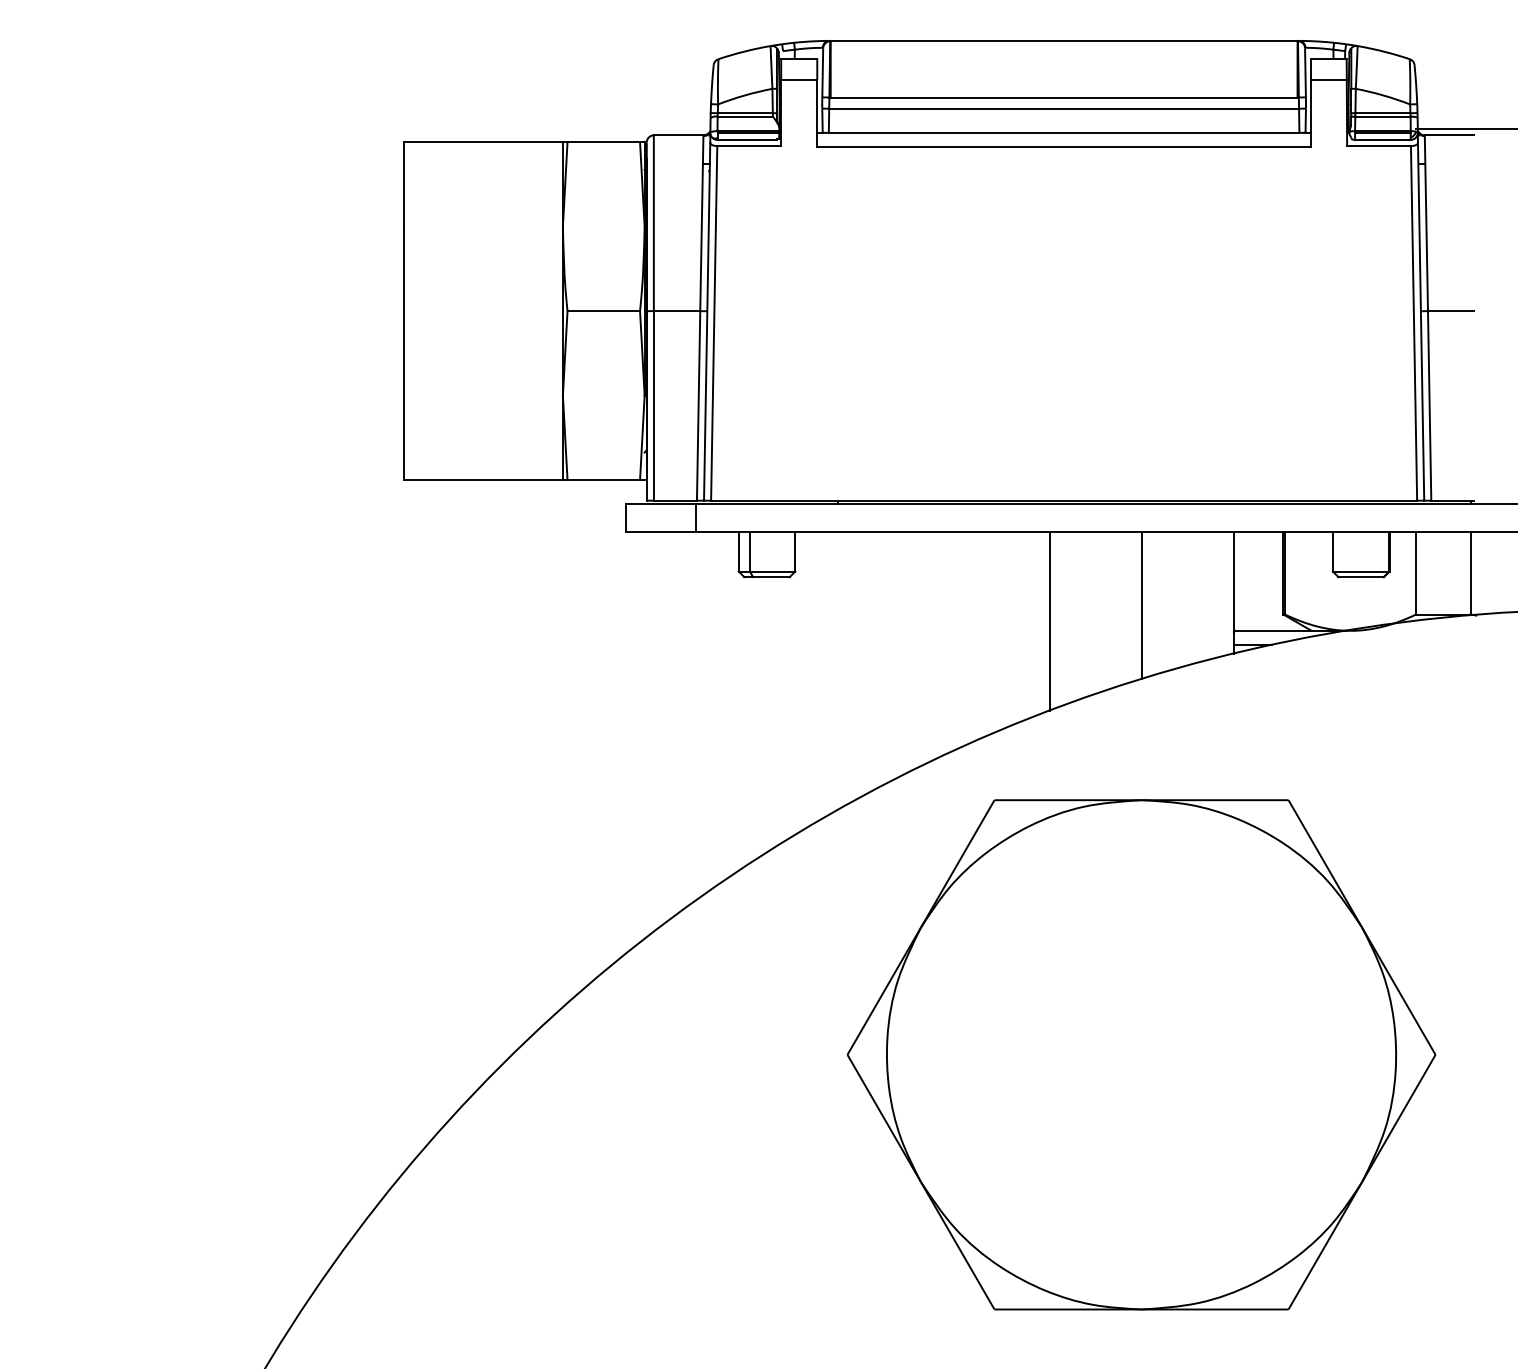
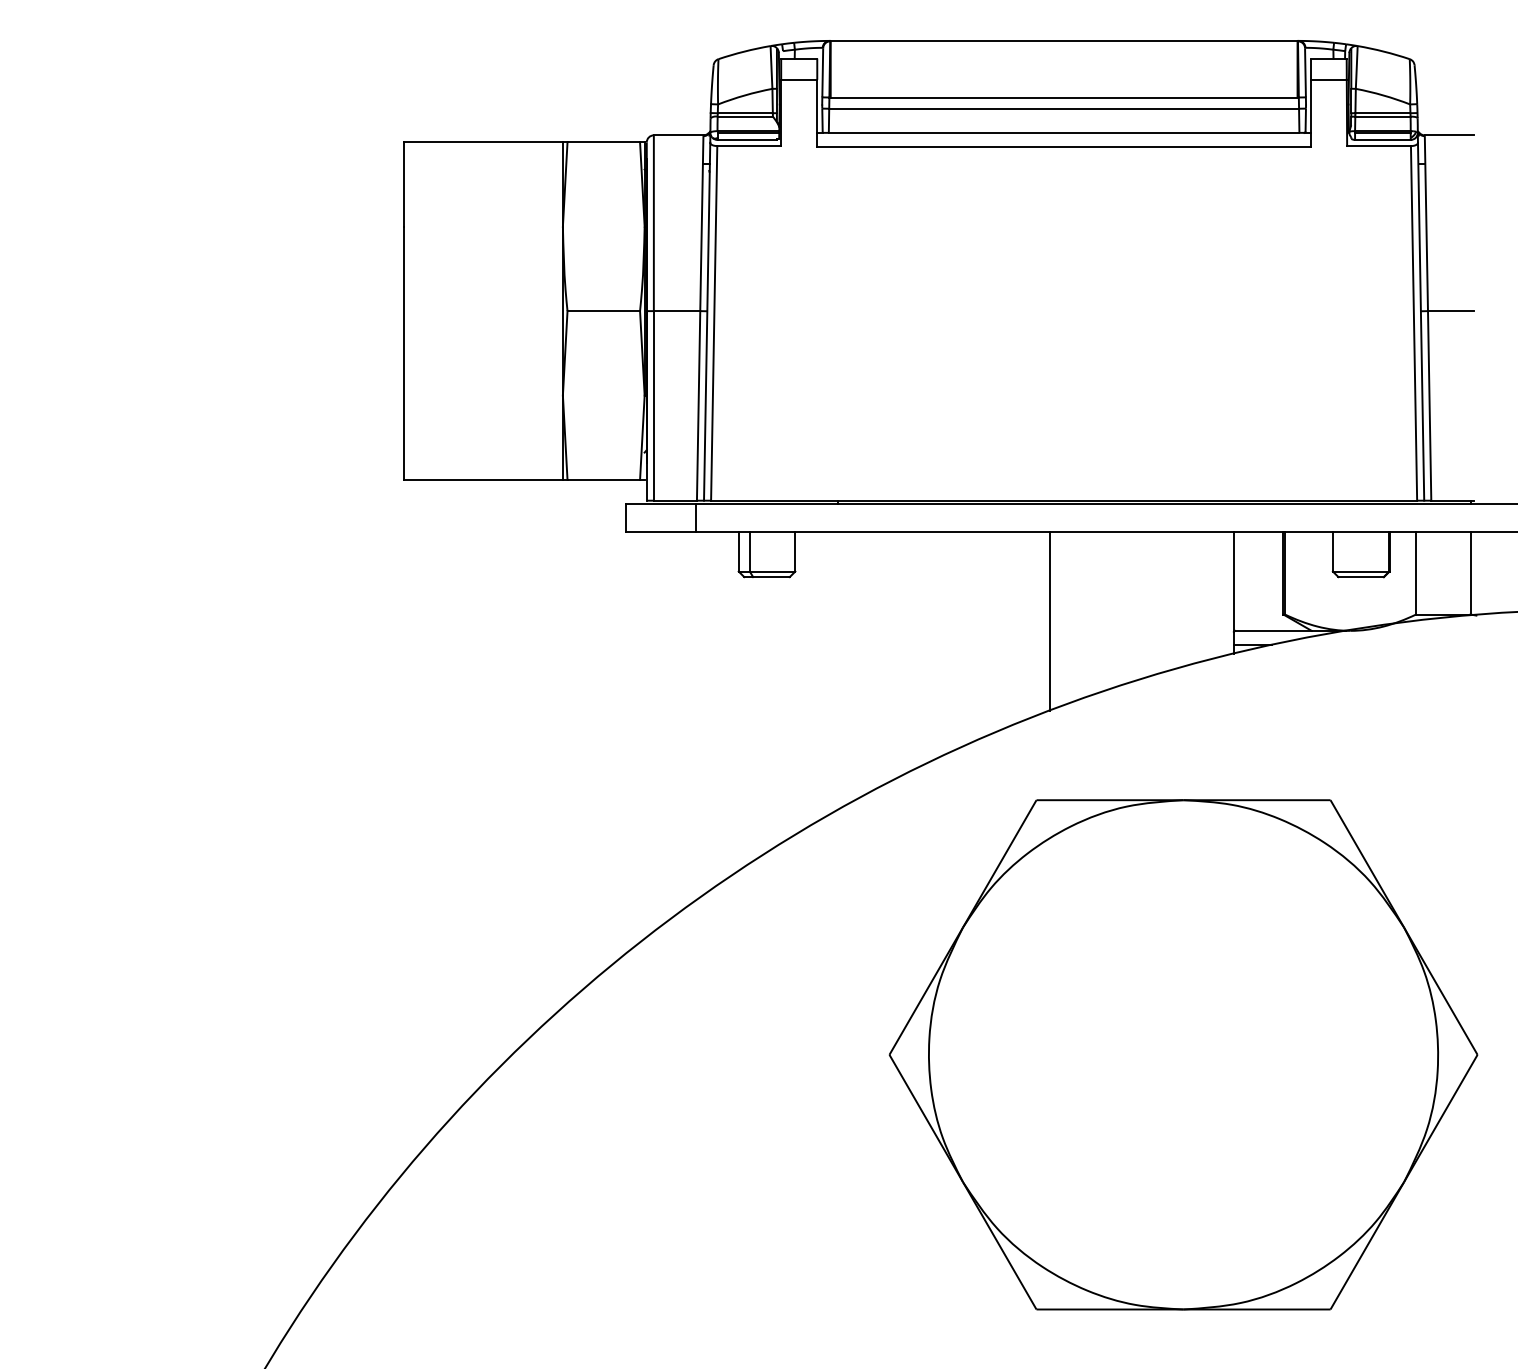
line at (1465, 128): present -> none
line at (1141, 605): present -> none
part at (1141, 1054) position: (1141, 1054) -> (1183, 1054)
